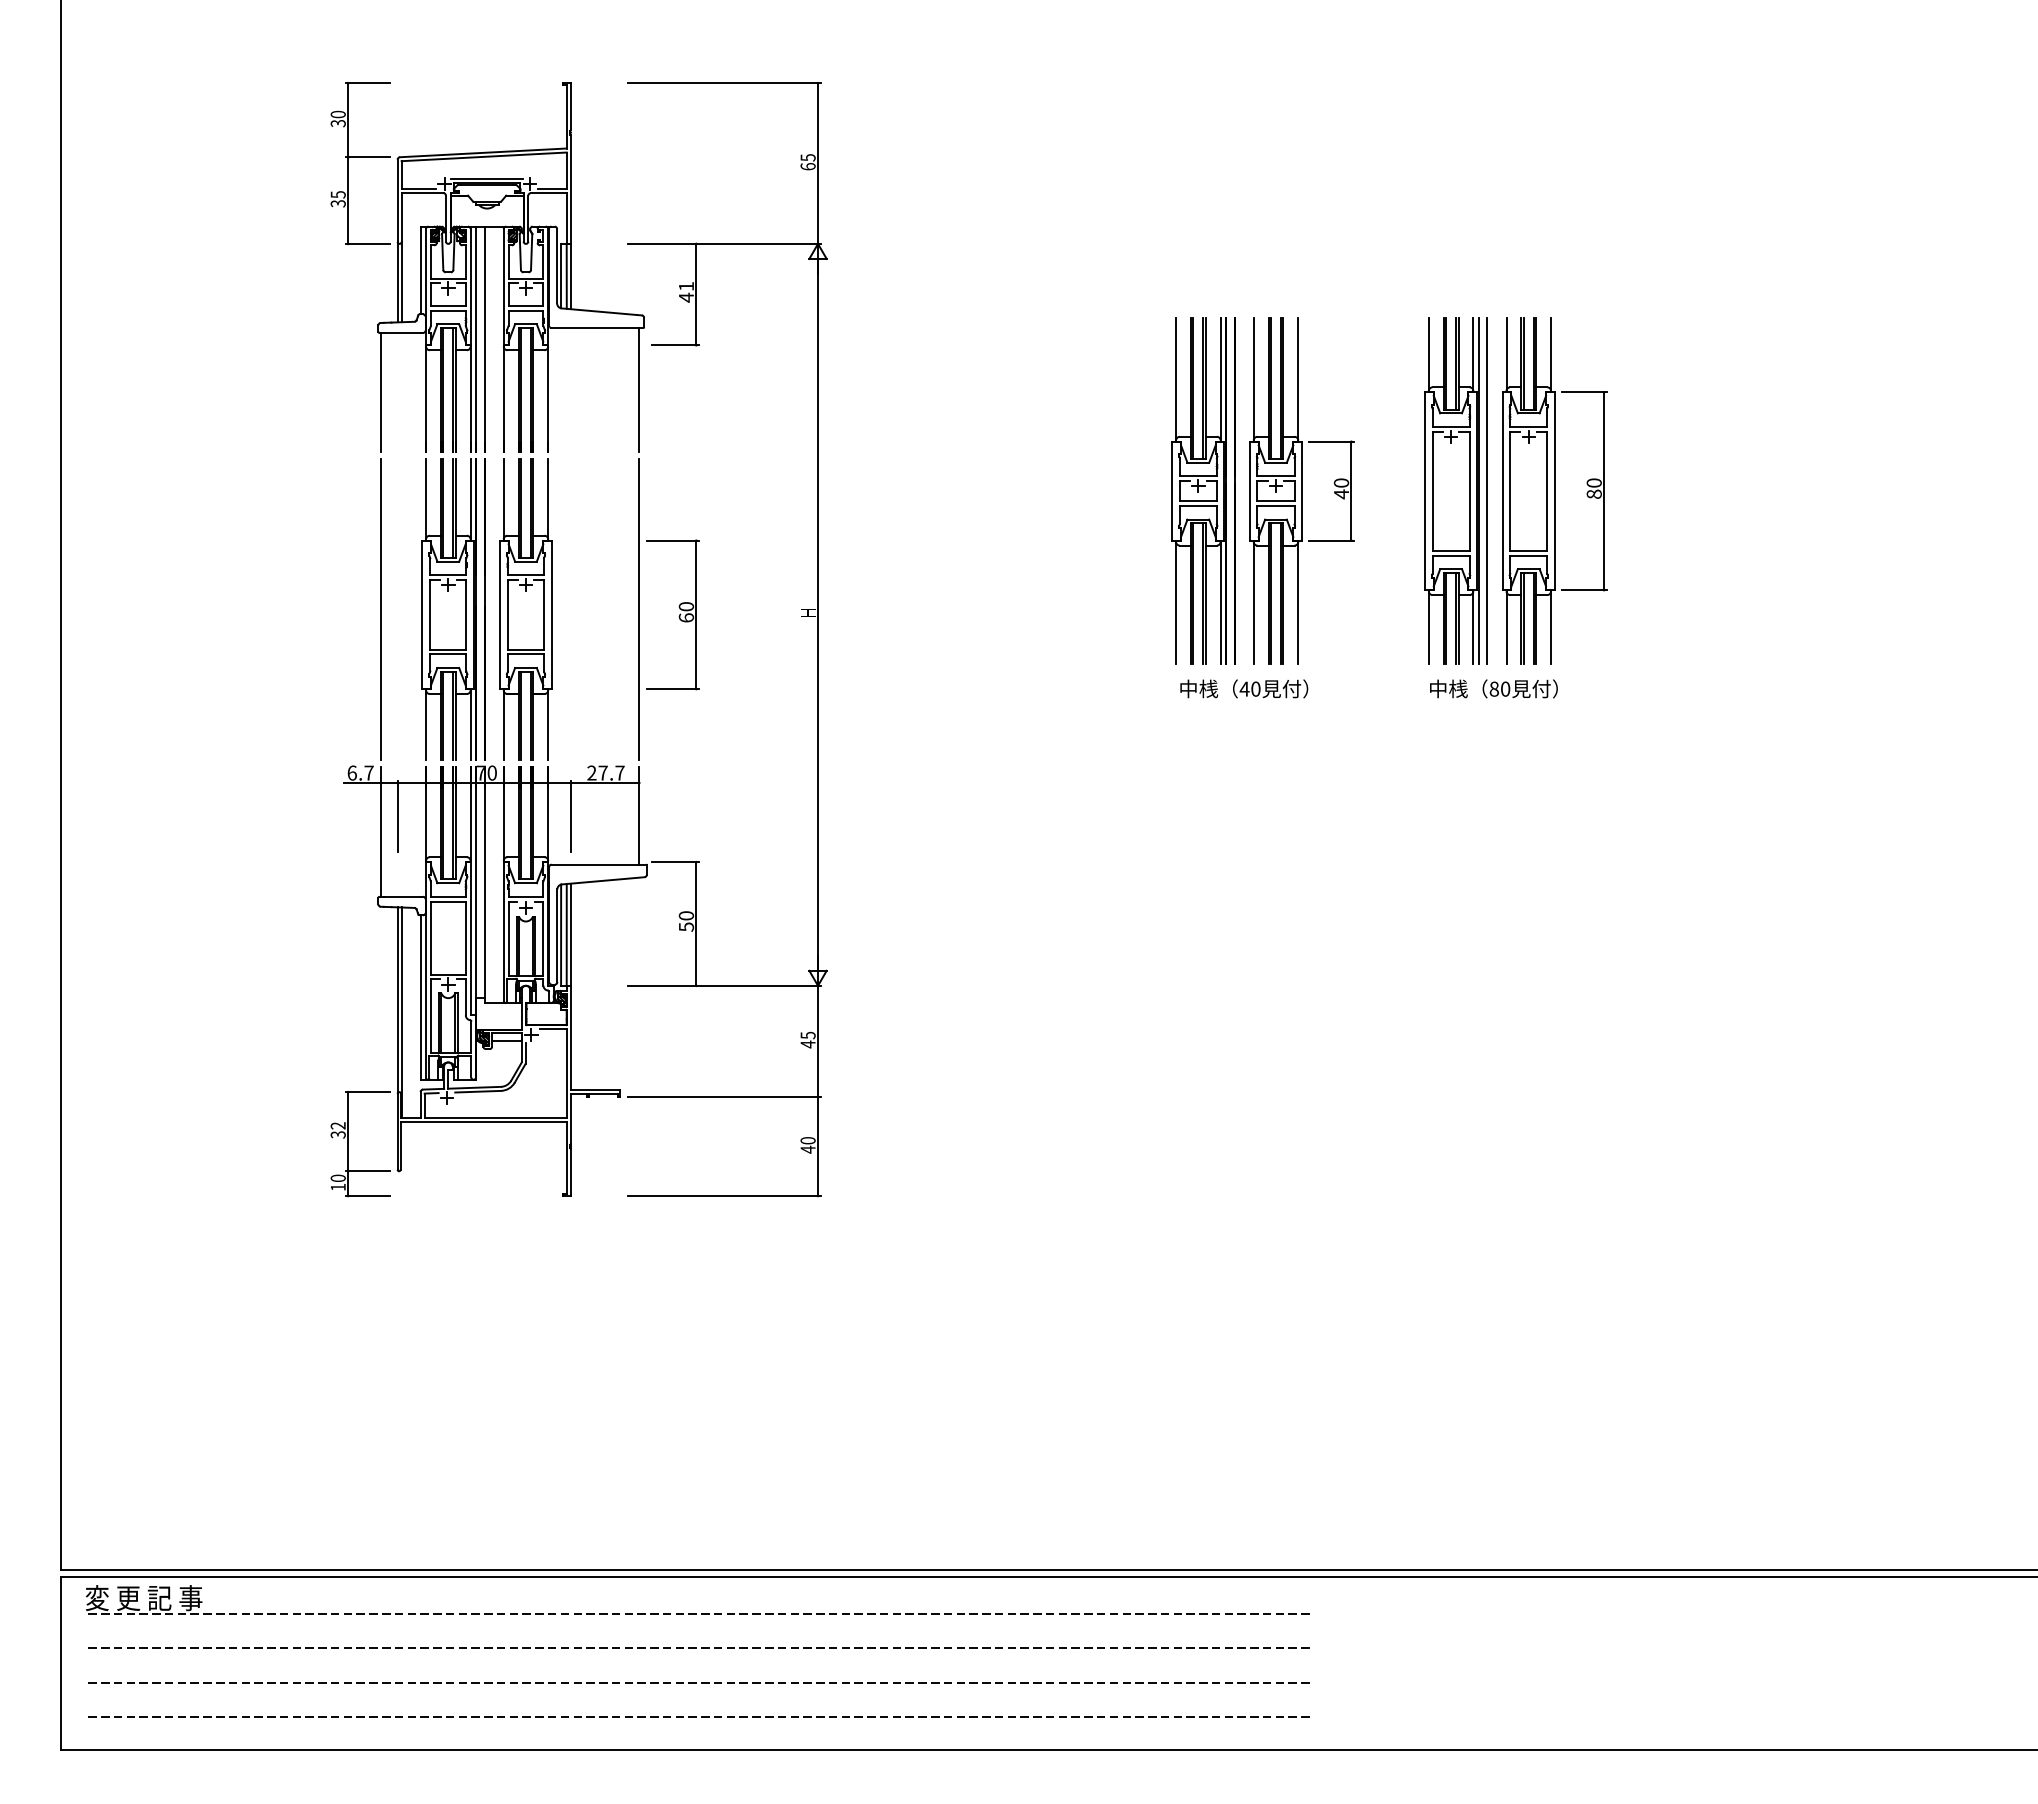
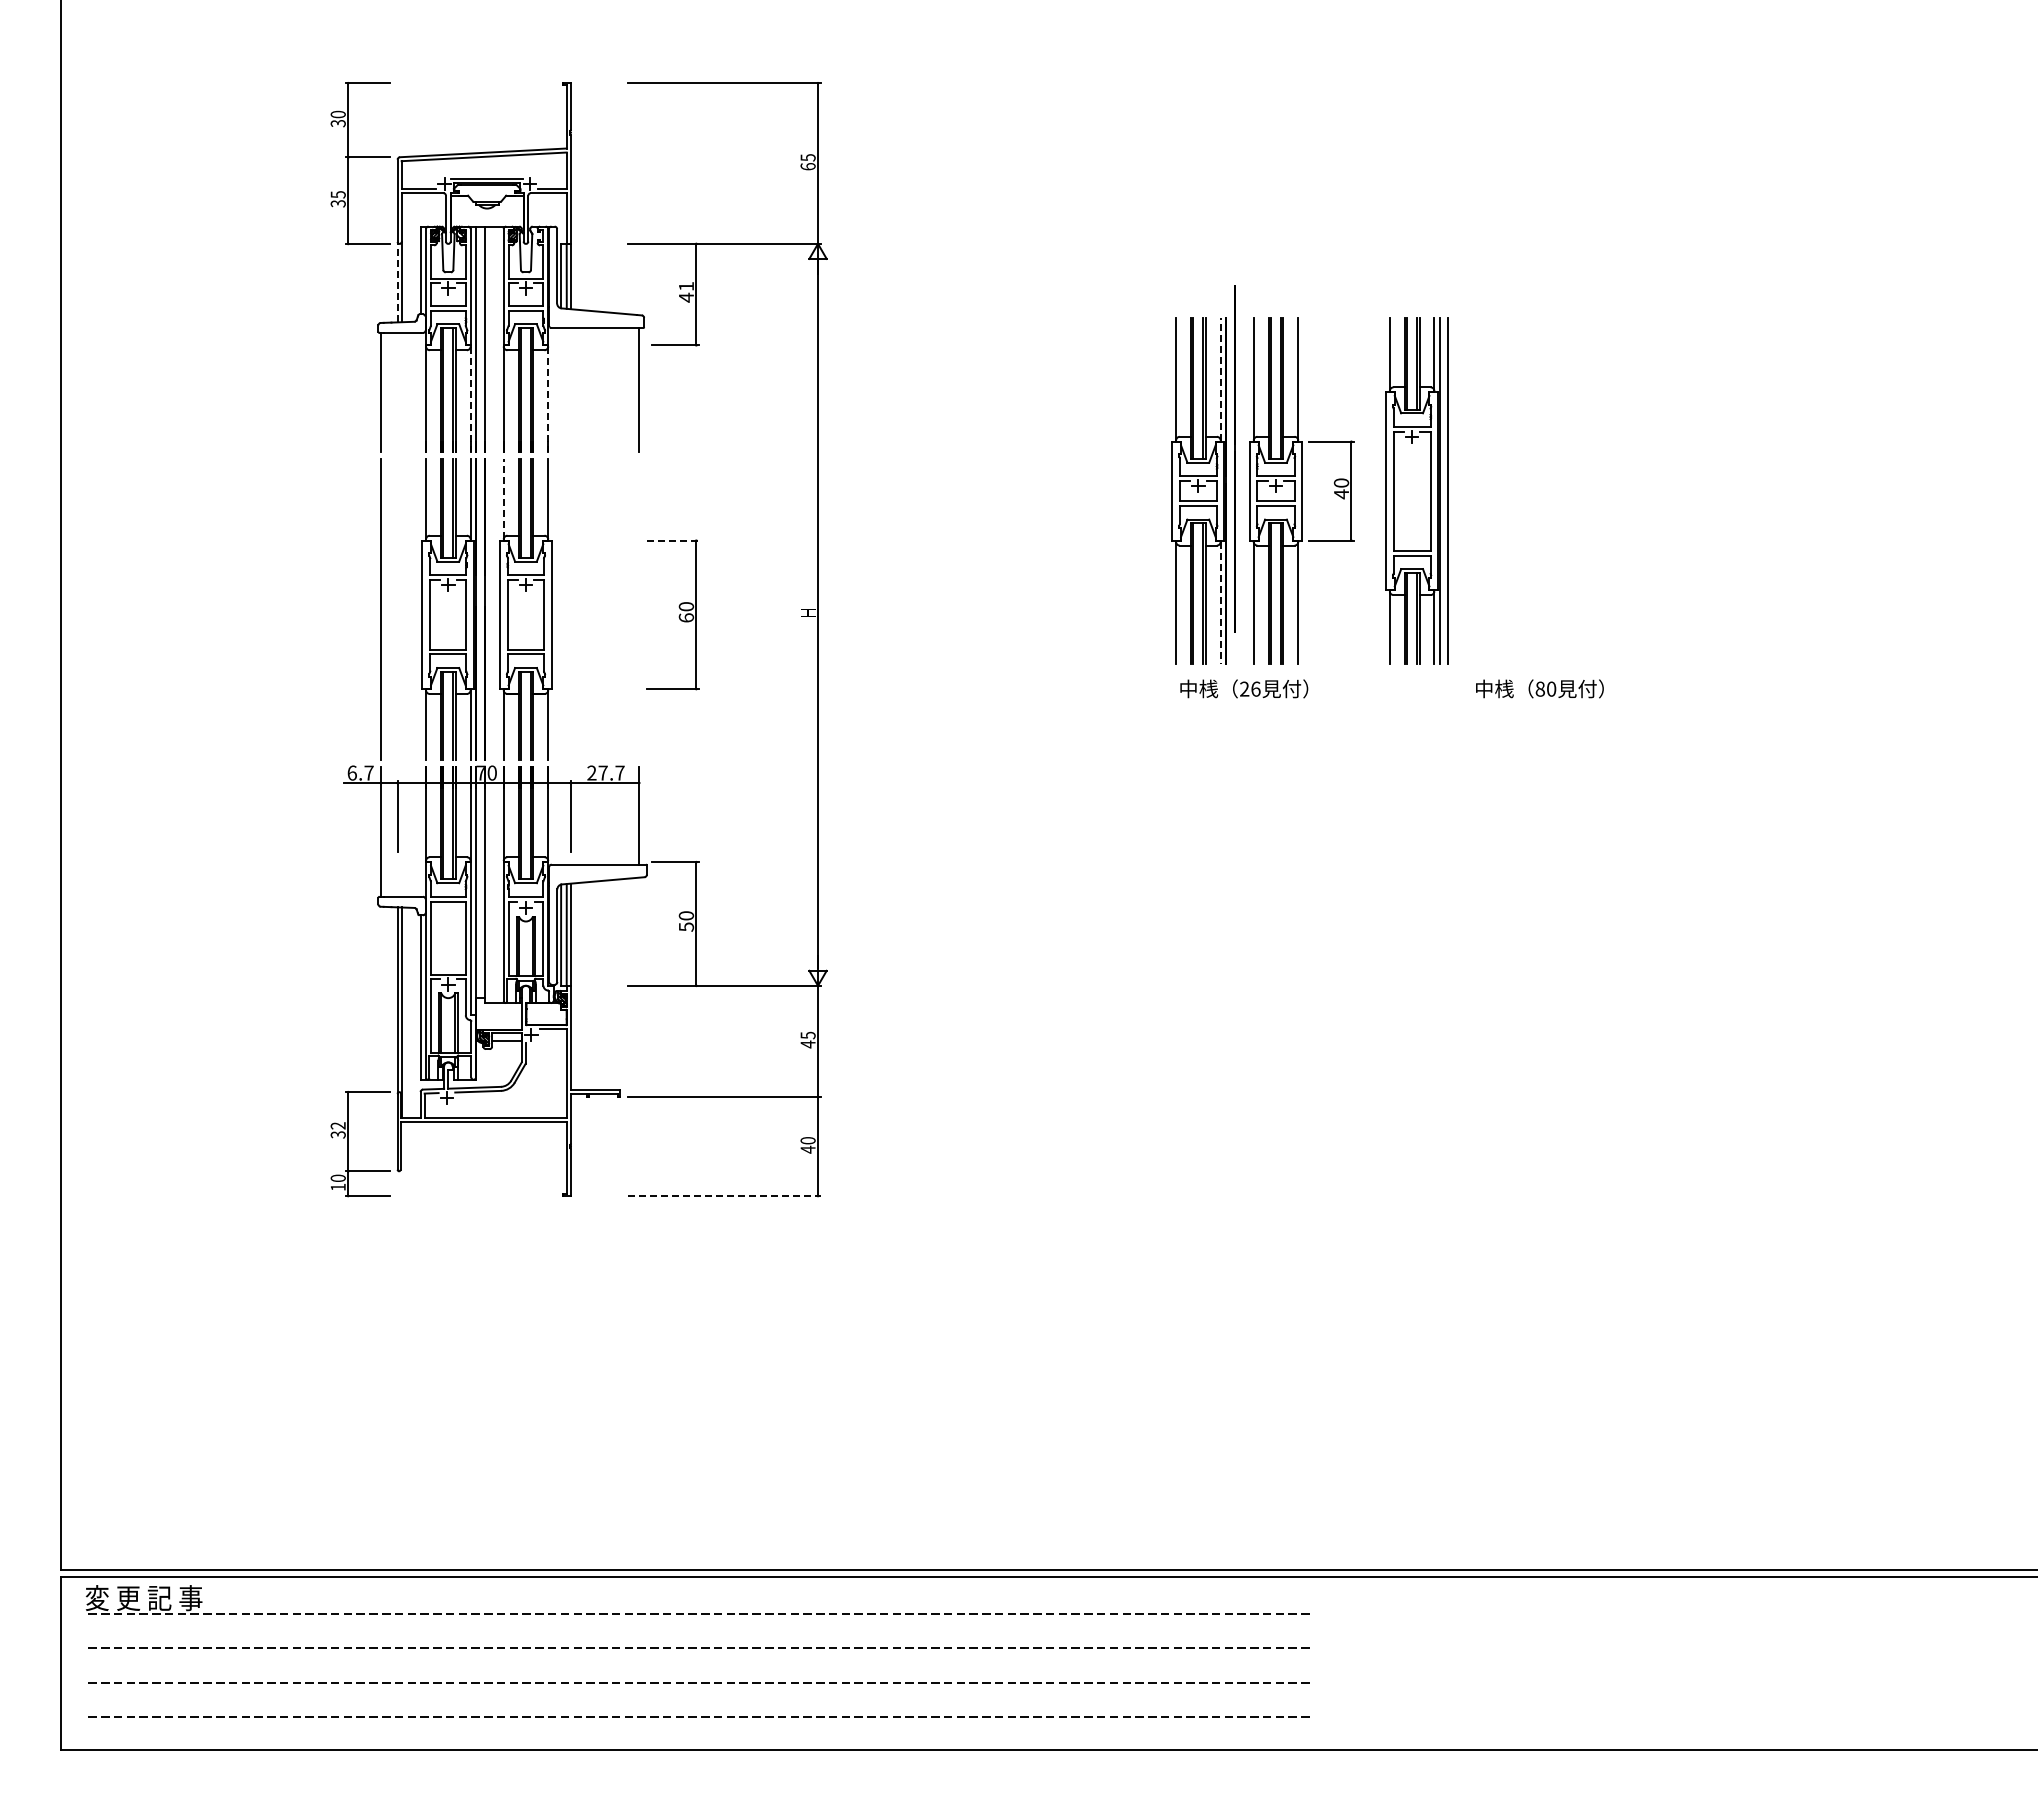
line at (397, 281): solid -> dashed
line at (1220, 378): solid -> dashed
line at (470, 399): solid -> dashed
line at (548, 399): solid -> dashed
line at (1234, 490) position: (1234, 490) -> (1234, 458)
part at (1455, 490) position: (1455, 490) -> (1416, 490)
part at (1554, 490): present -> none
line at (503, 498): solid -> dashed
line at (673, 540): solid -> dashed
line at (1220, 603): solid -> dashed
line at (639, 609): present -> none
text at (1249, 688): 40 -> 26
text at (1493, 688) position: (1493, 688) -> (1539, 688)
line at (724, 1196): solid -> dashed
